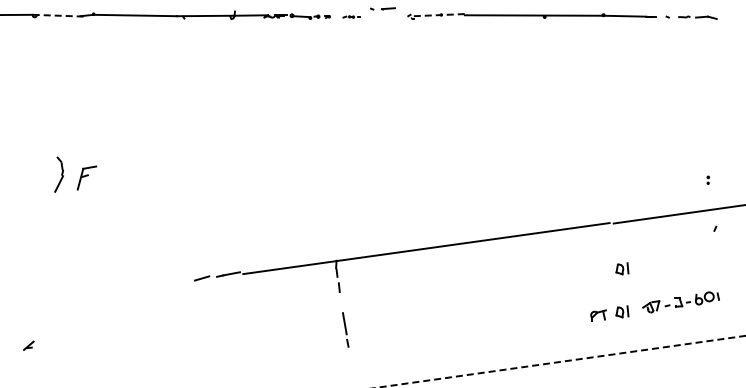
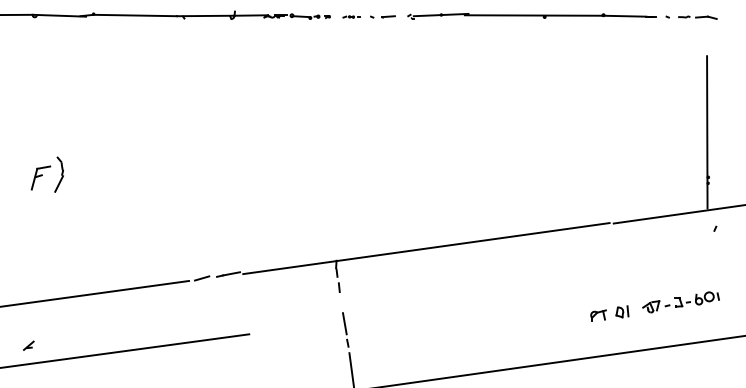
part at (382, 8) position: (382, 8) -> (382, 16)
line at (59, 15): dashed -> solid
line at (441, 15): dashed -> solid
line at (707, 132): none -> present
part at (86, 177) position: (86, 177) -> (40, 177)
part at (622, 268): present -> none
line at (95, 293): none -> present
line at (125, 350): none -> present
line at (560, 361): dashed -> solid
line at (351, 368): none -> present
